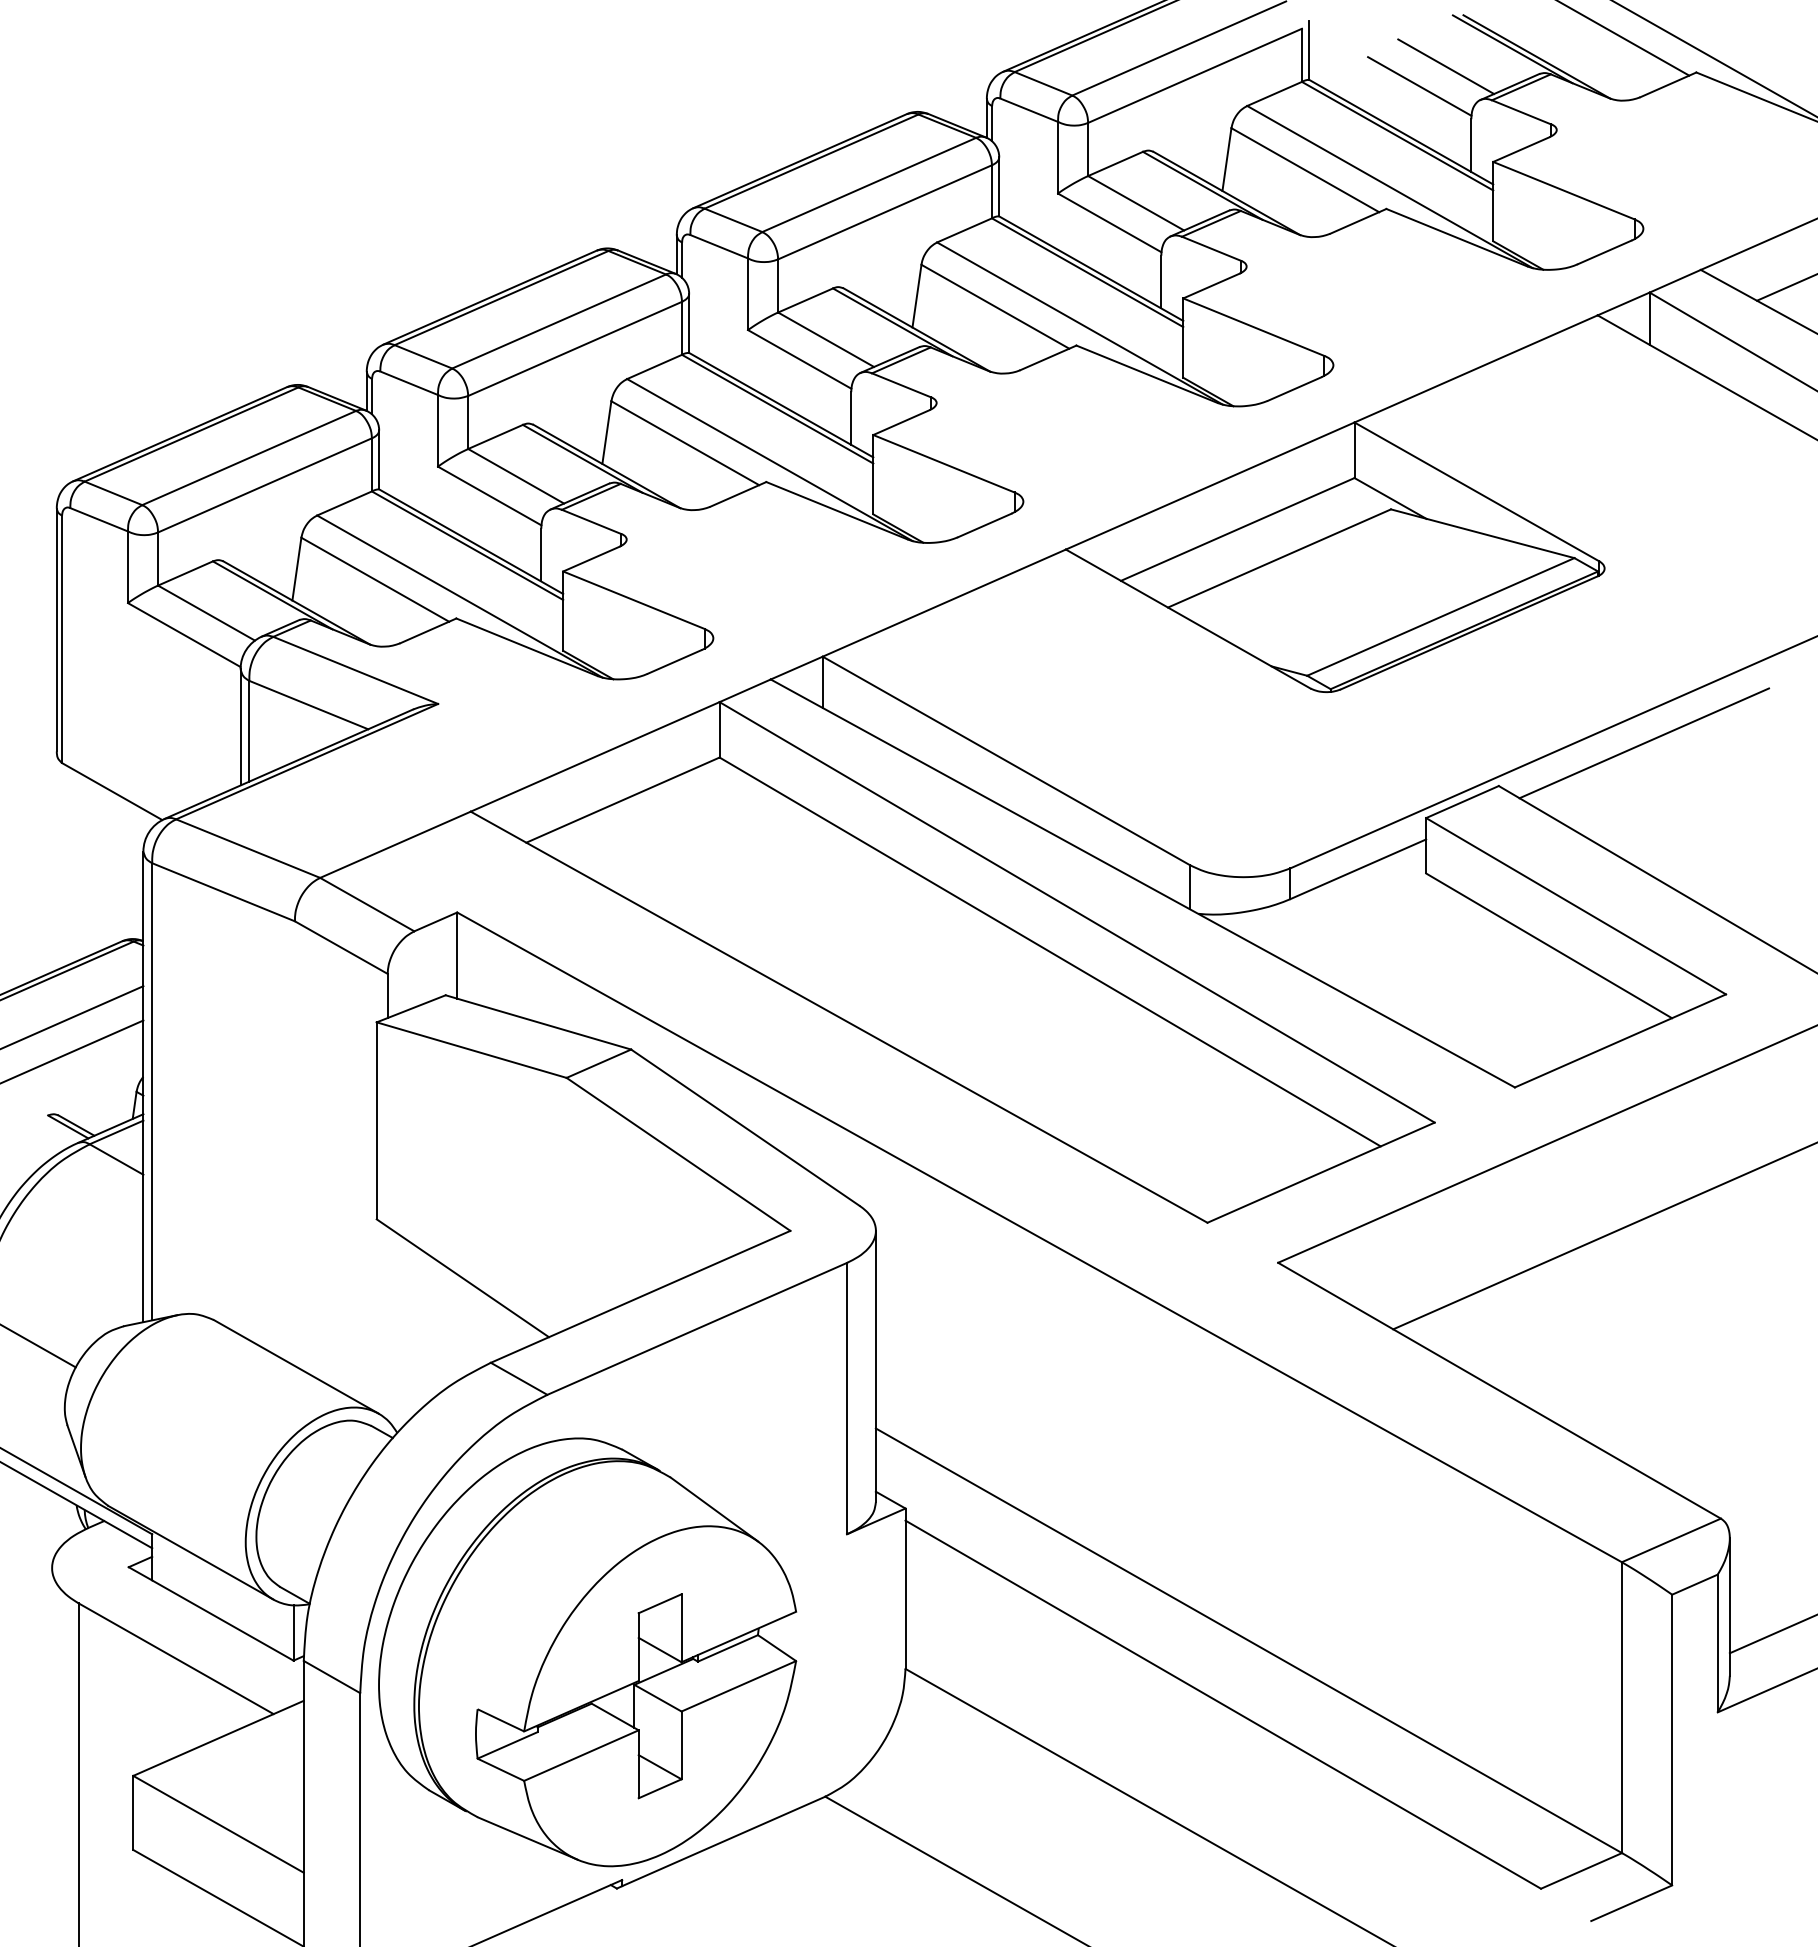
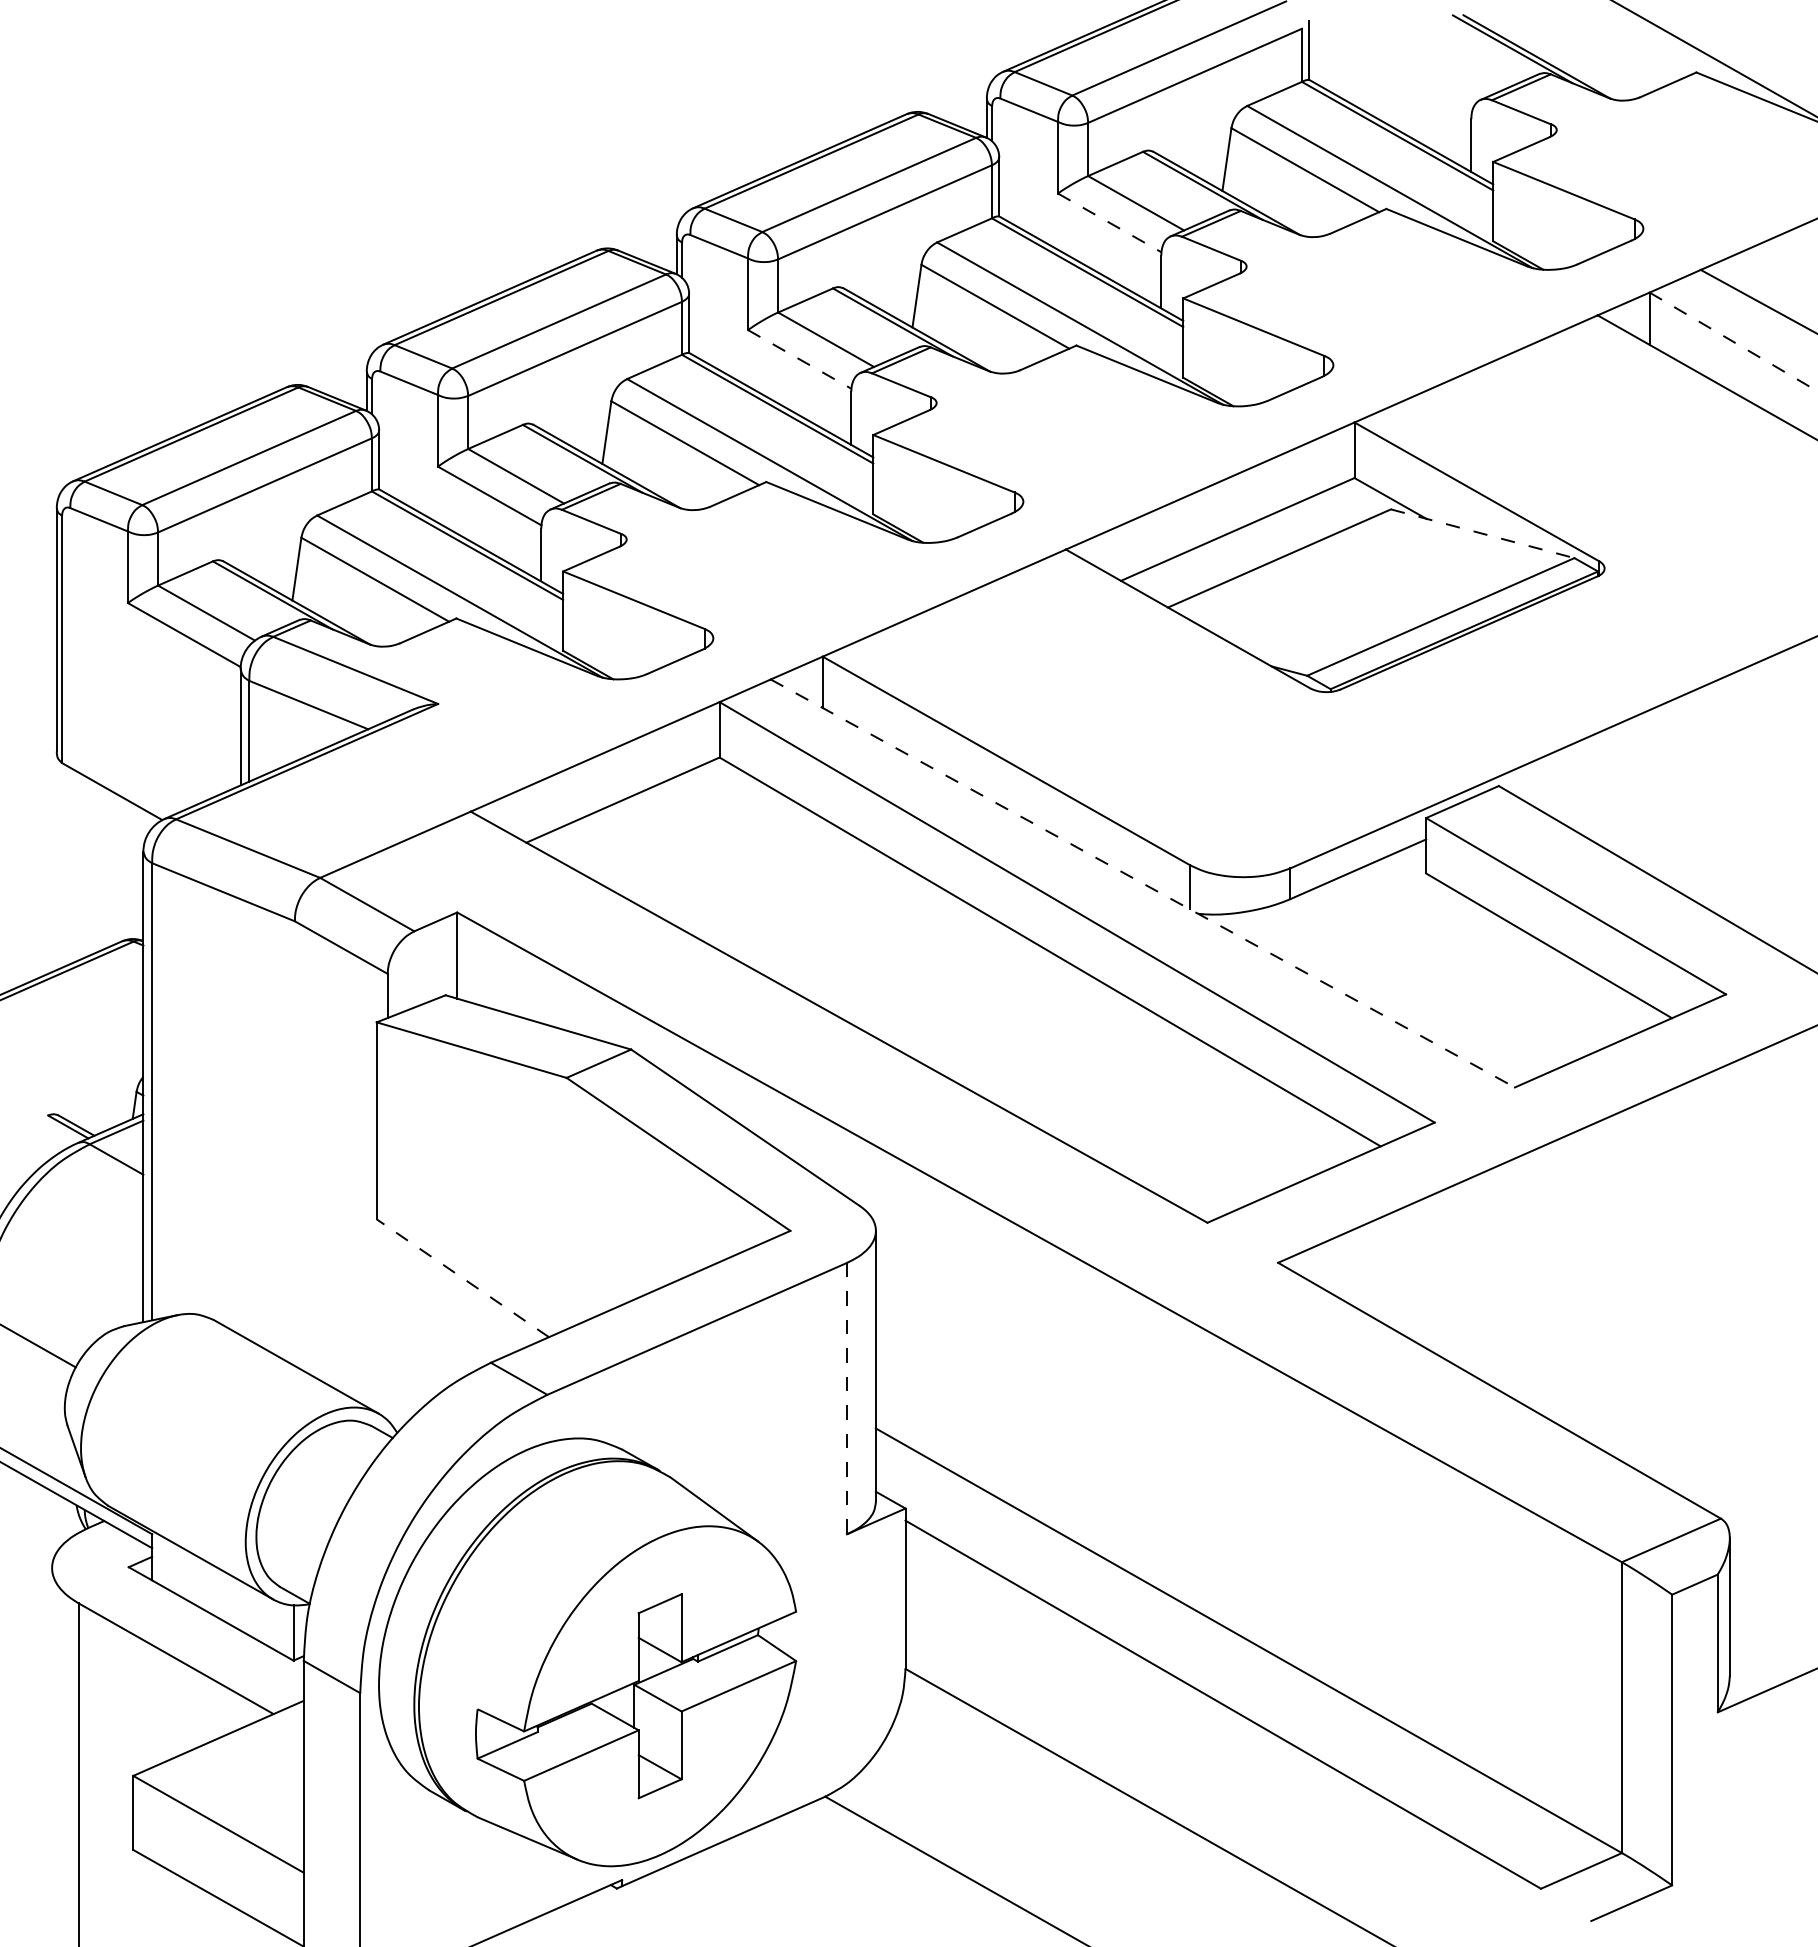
line at (1624, 38): present -> none
line at (1446, 66): present -> none
line at (1419, 86): present -> none
line at (1110, 223): solid -> dashed
line at (1785, 287): present -> none
line at (1734, 342): solid -> dashed
line at (800, 359): solid -> dashed
line at (1482, 533): solid -> dashed
line at (1644, 743): present -> none
line at (1143, 883): solid -> dashed
line at (72, 1017): present -> none
line at (72, 1051): present -> none
line at (1603, 1236): present -> none
line at (462, 1277): solid -> dashed
line at (846, 1398): solid -> dashed
line at (1771, 1634): present -> none
